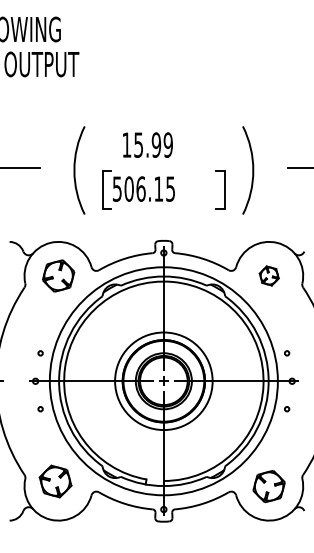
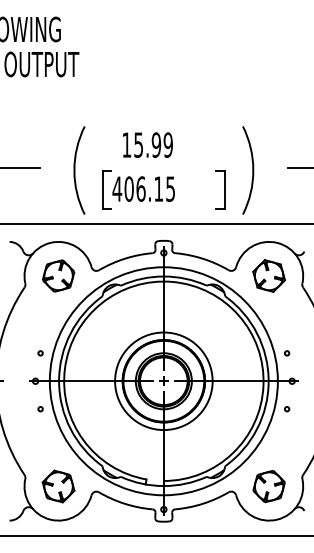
text at (117, 188): 506.15 -> 406.15
line at (156, 224): none -> present
part at (268, 275) size: 22x22 px -> 35x34 px
part at (55, 481) position: (55, 481) -> (58, 486)
line at (156, 536): none -> present
